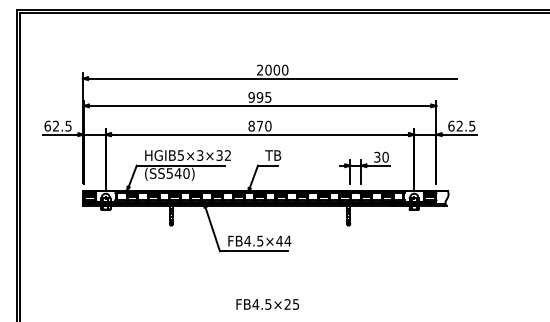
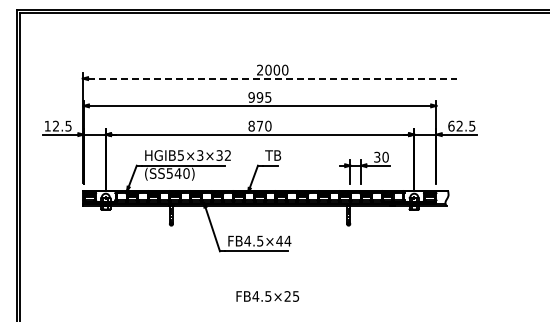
line at (272, 78): solid -> dashed
text at (47, 125): 62.5 -> 12.5
text at (267, 304) position: (267, 304) -> (267, 296)
